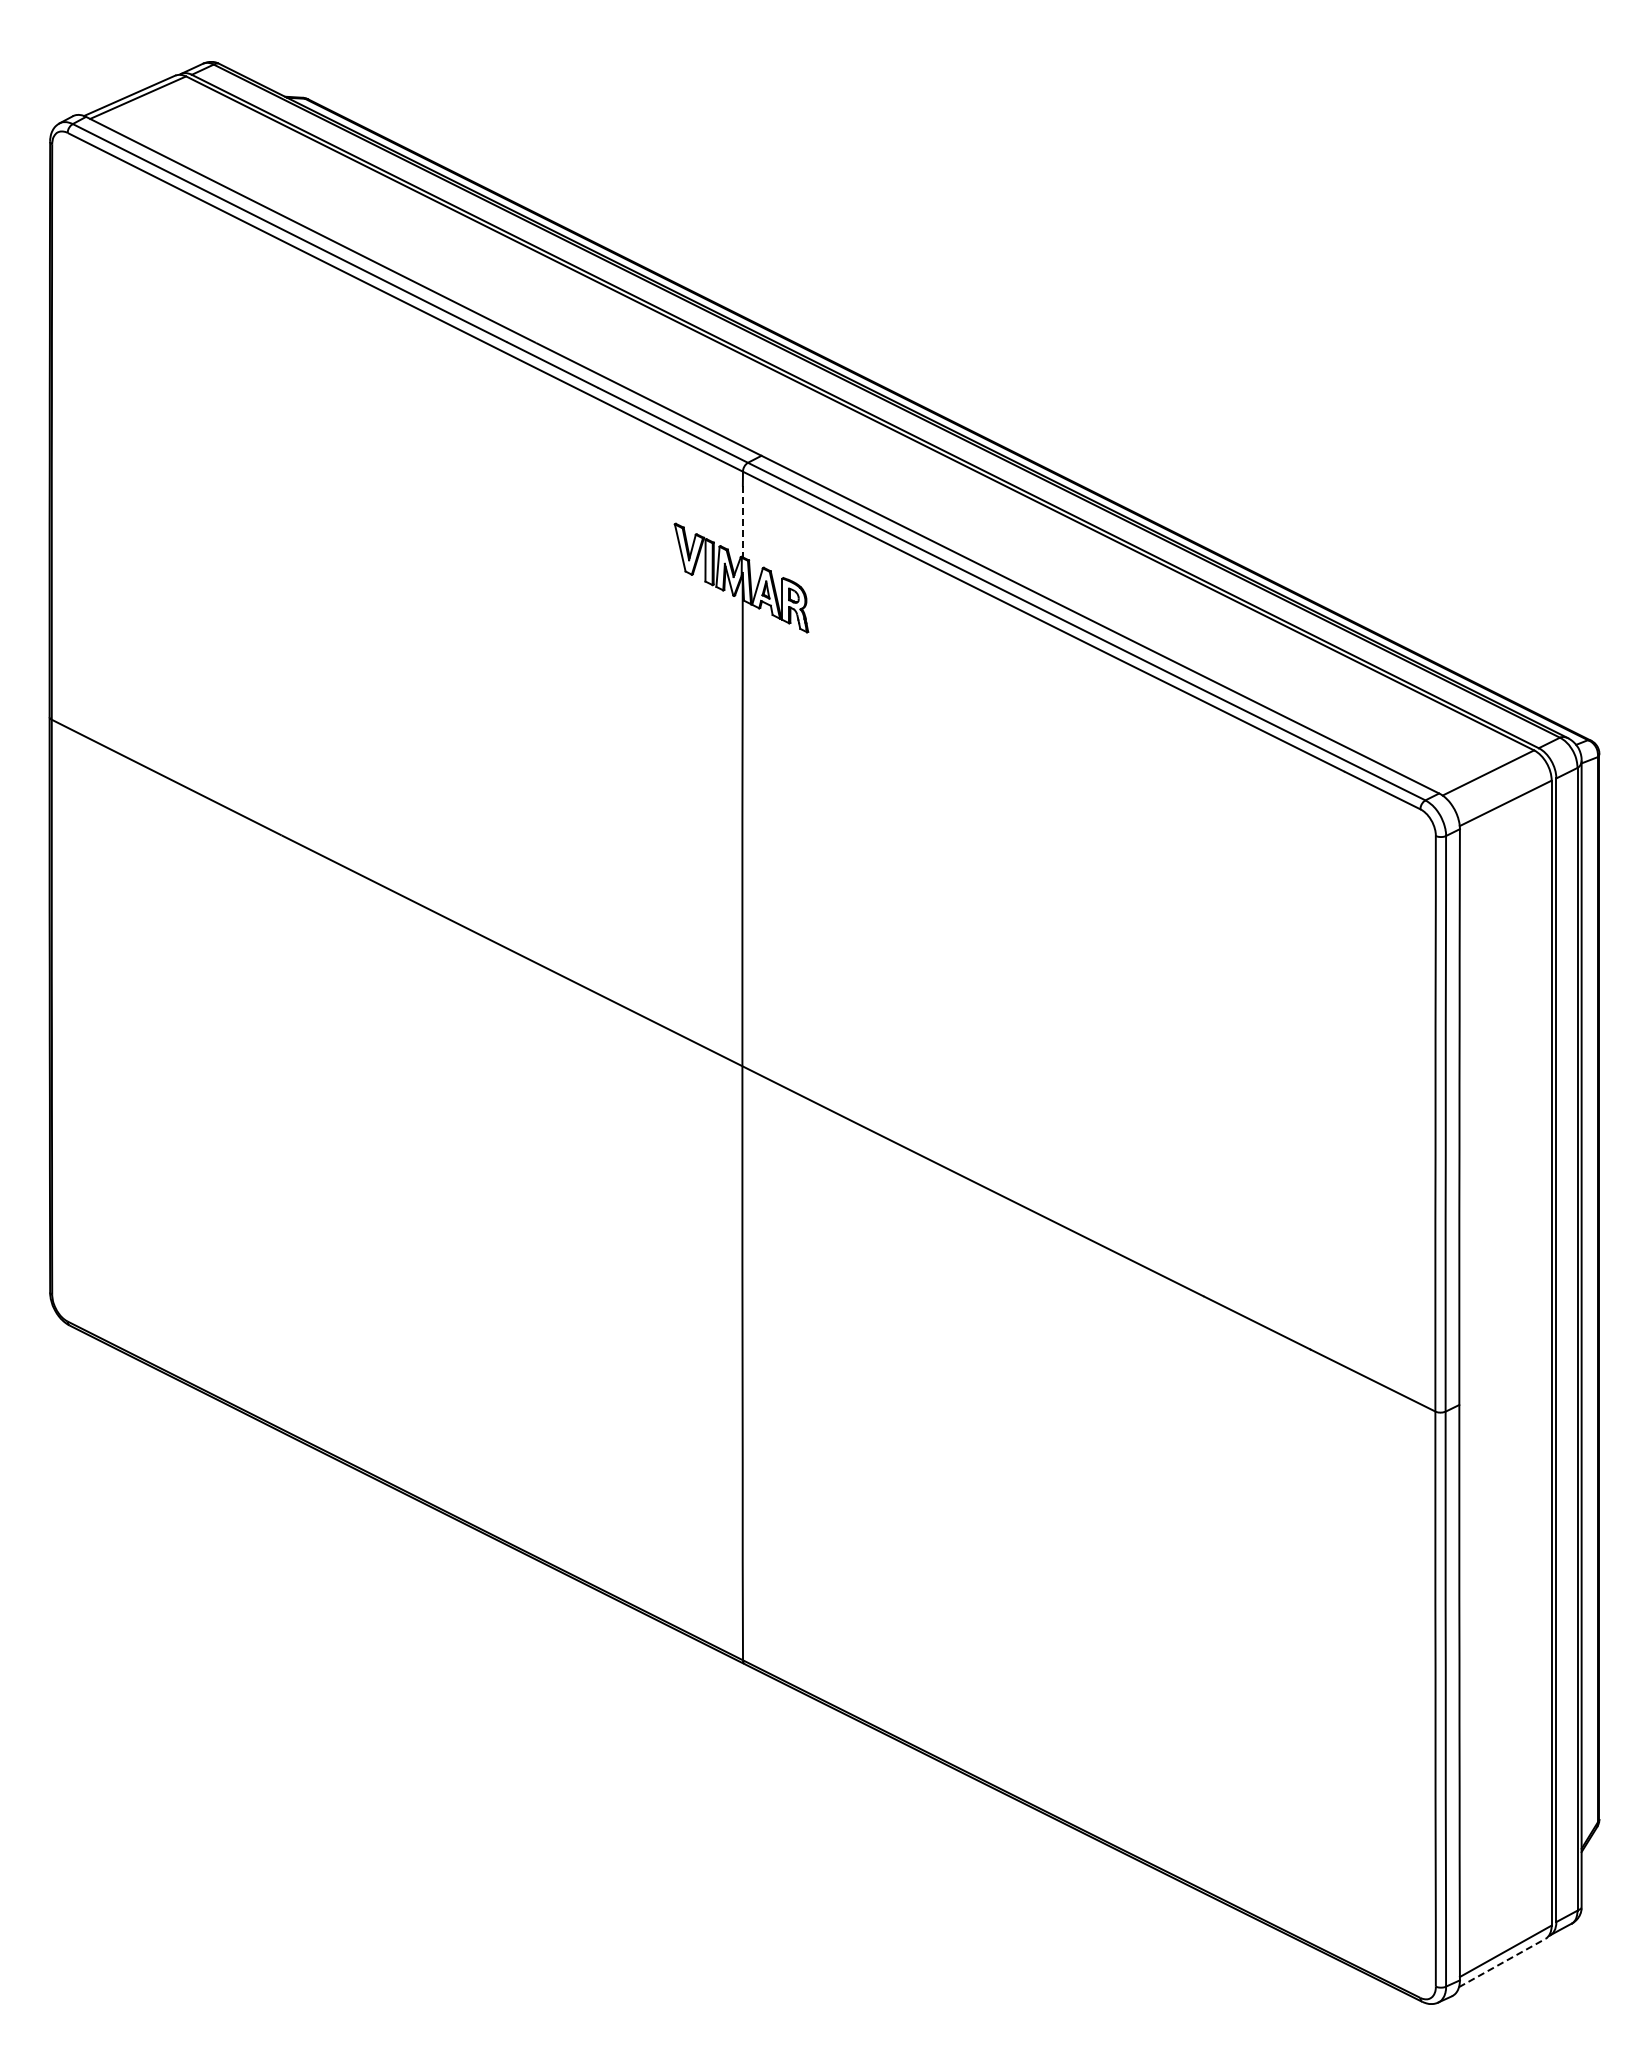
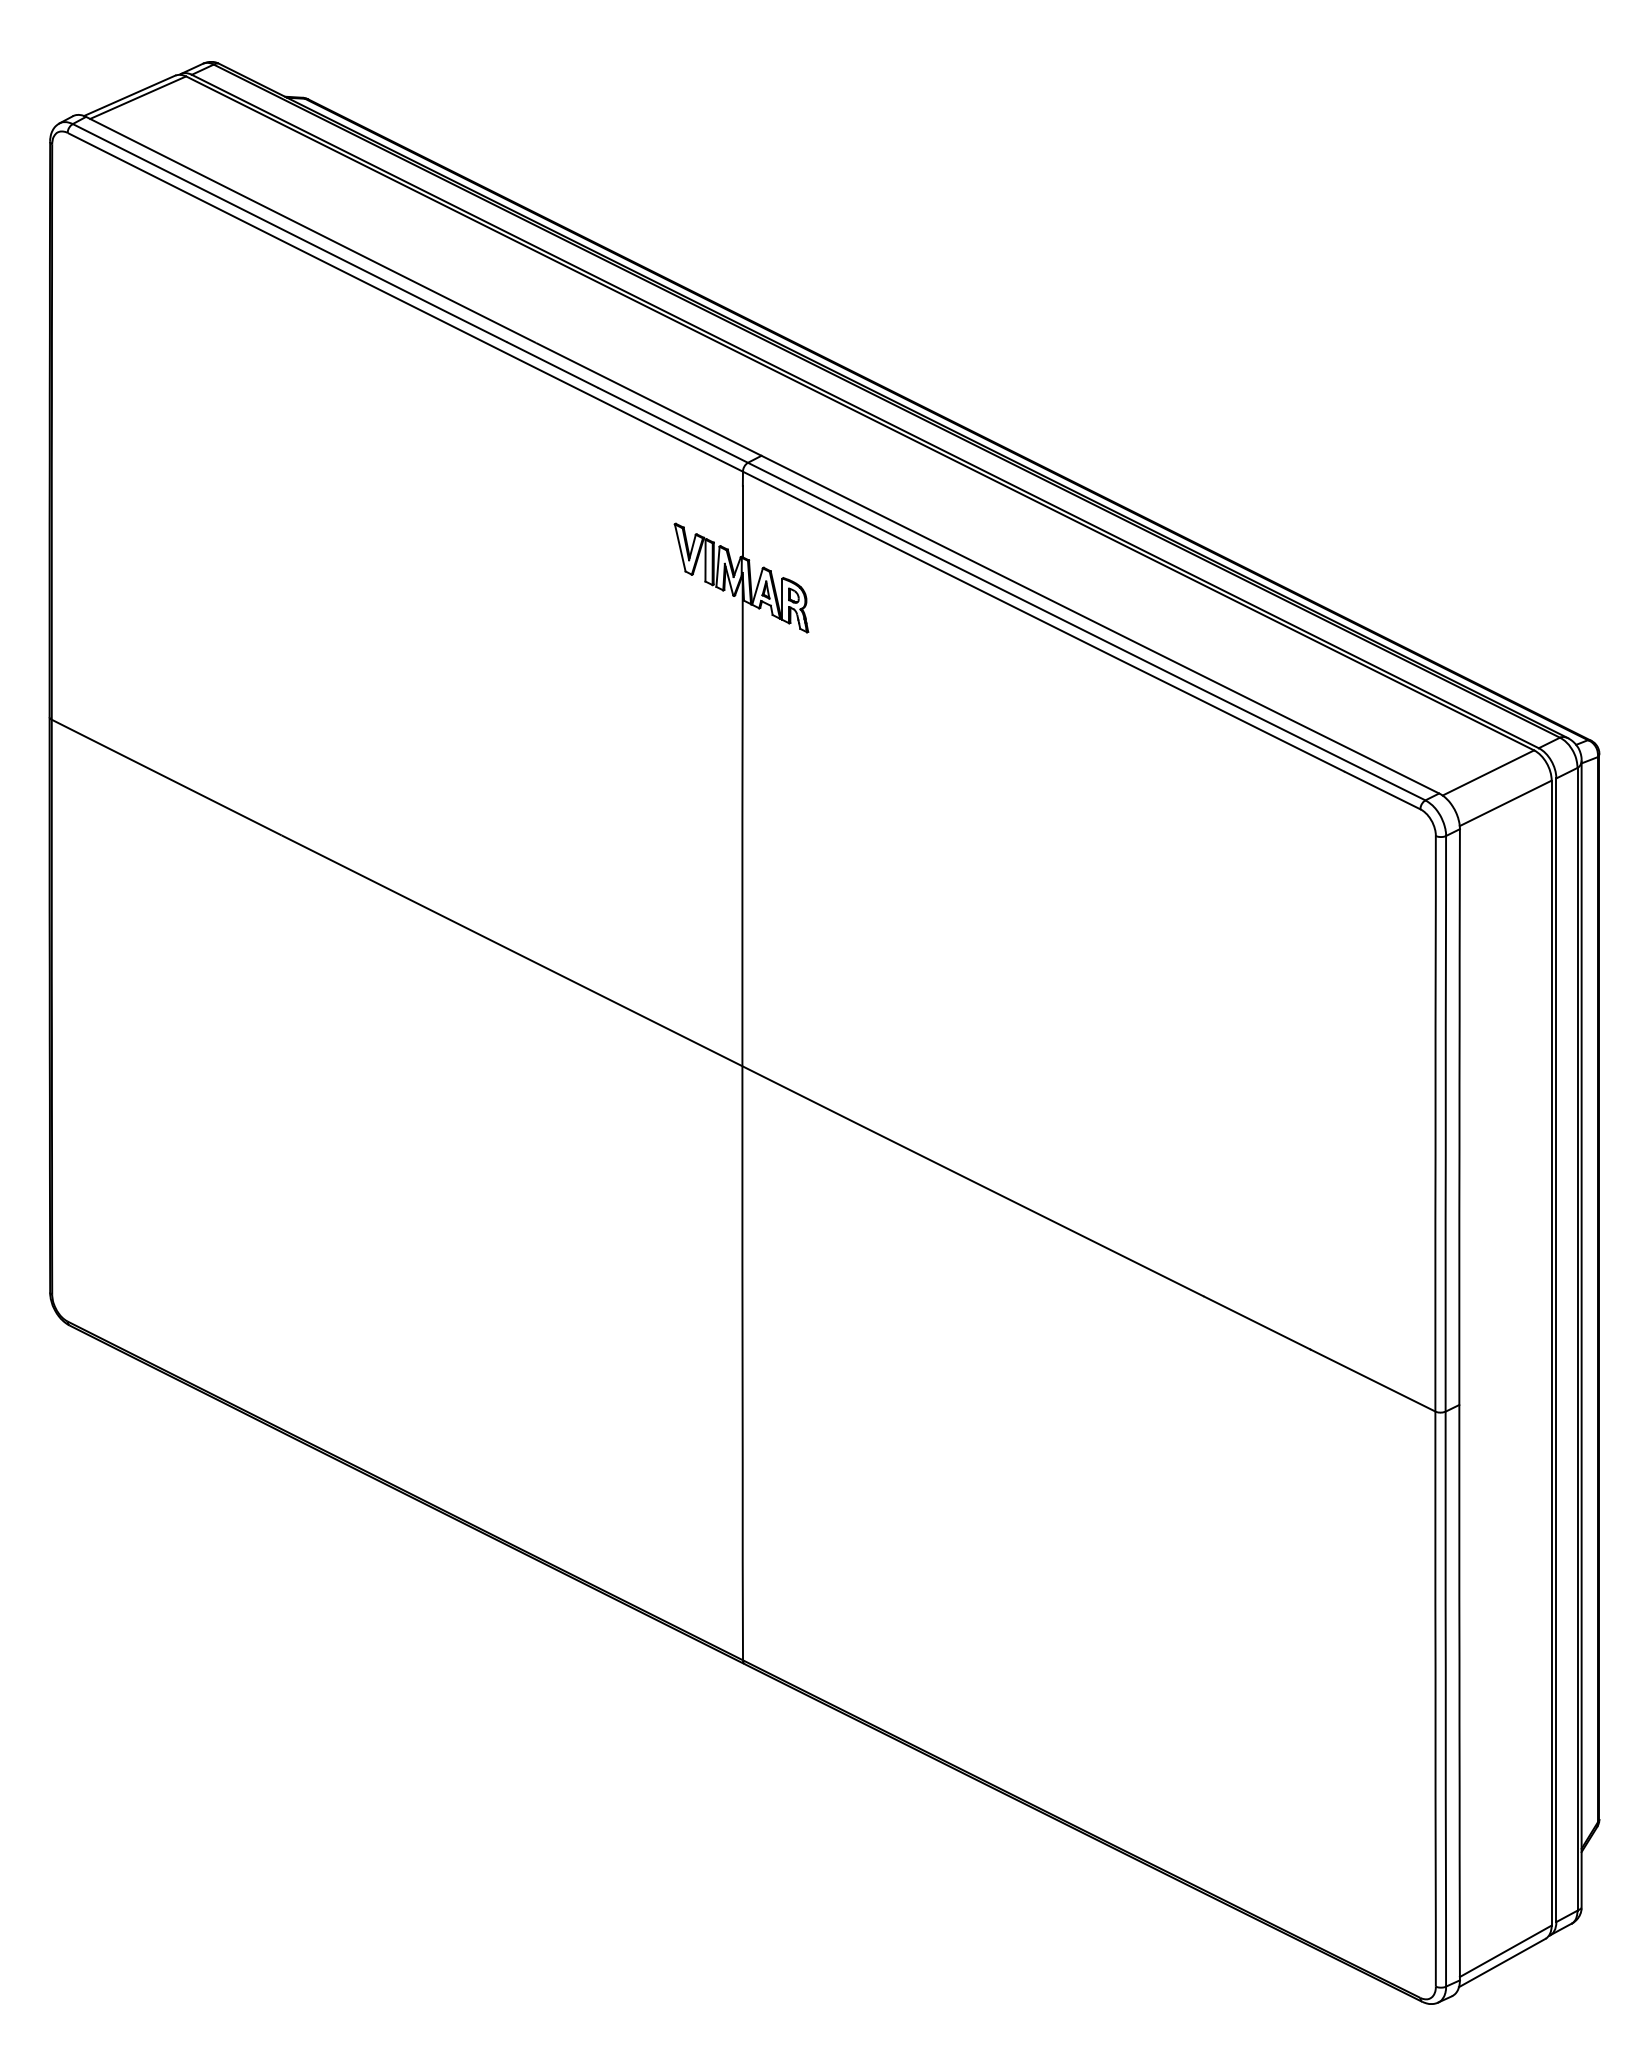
line at (742, 521): dashed -> solid
line at (1502, 1963): dashed -> solid
